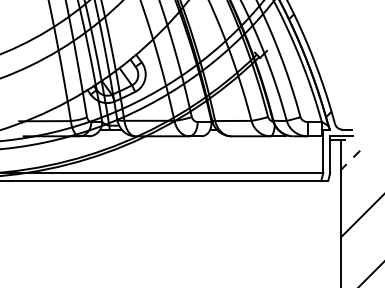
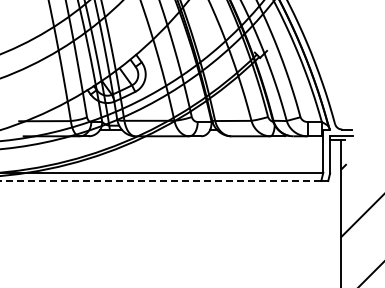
hatch at (324, 85): present -> none
line at (160, 181): solid -> dashed
